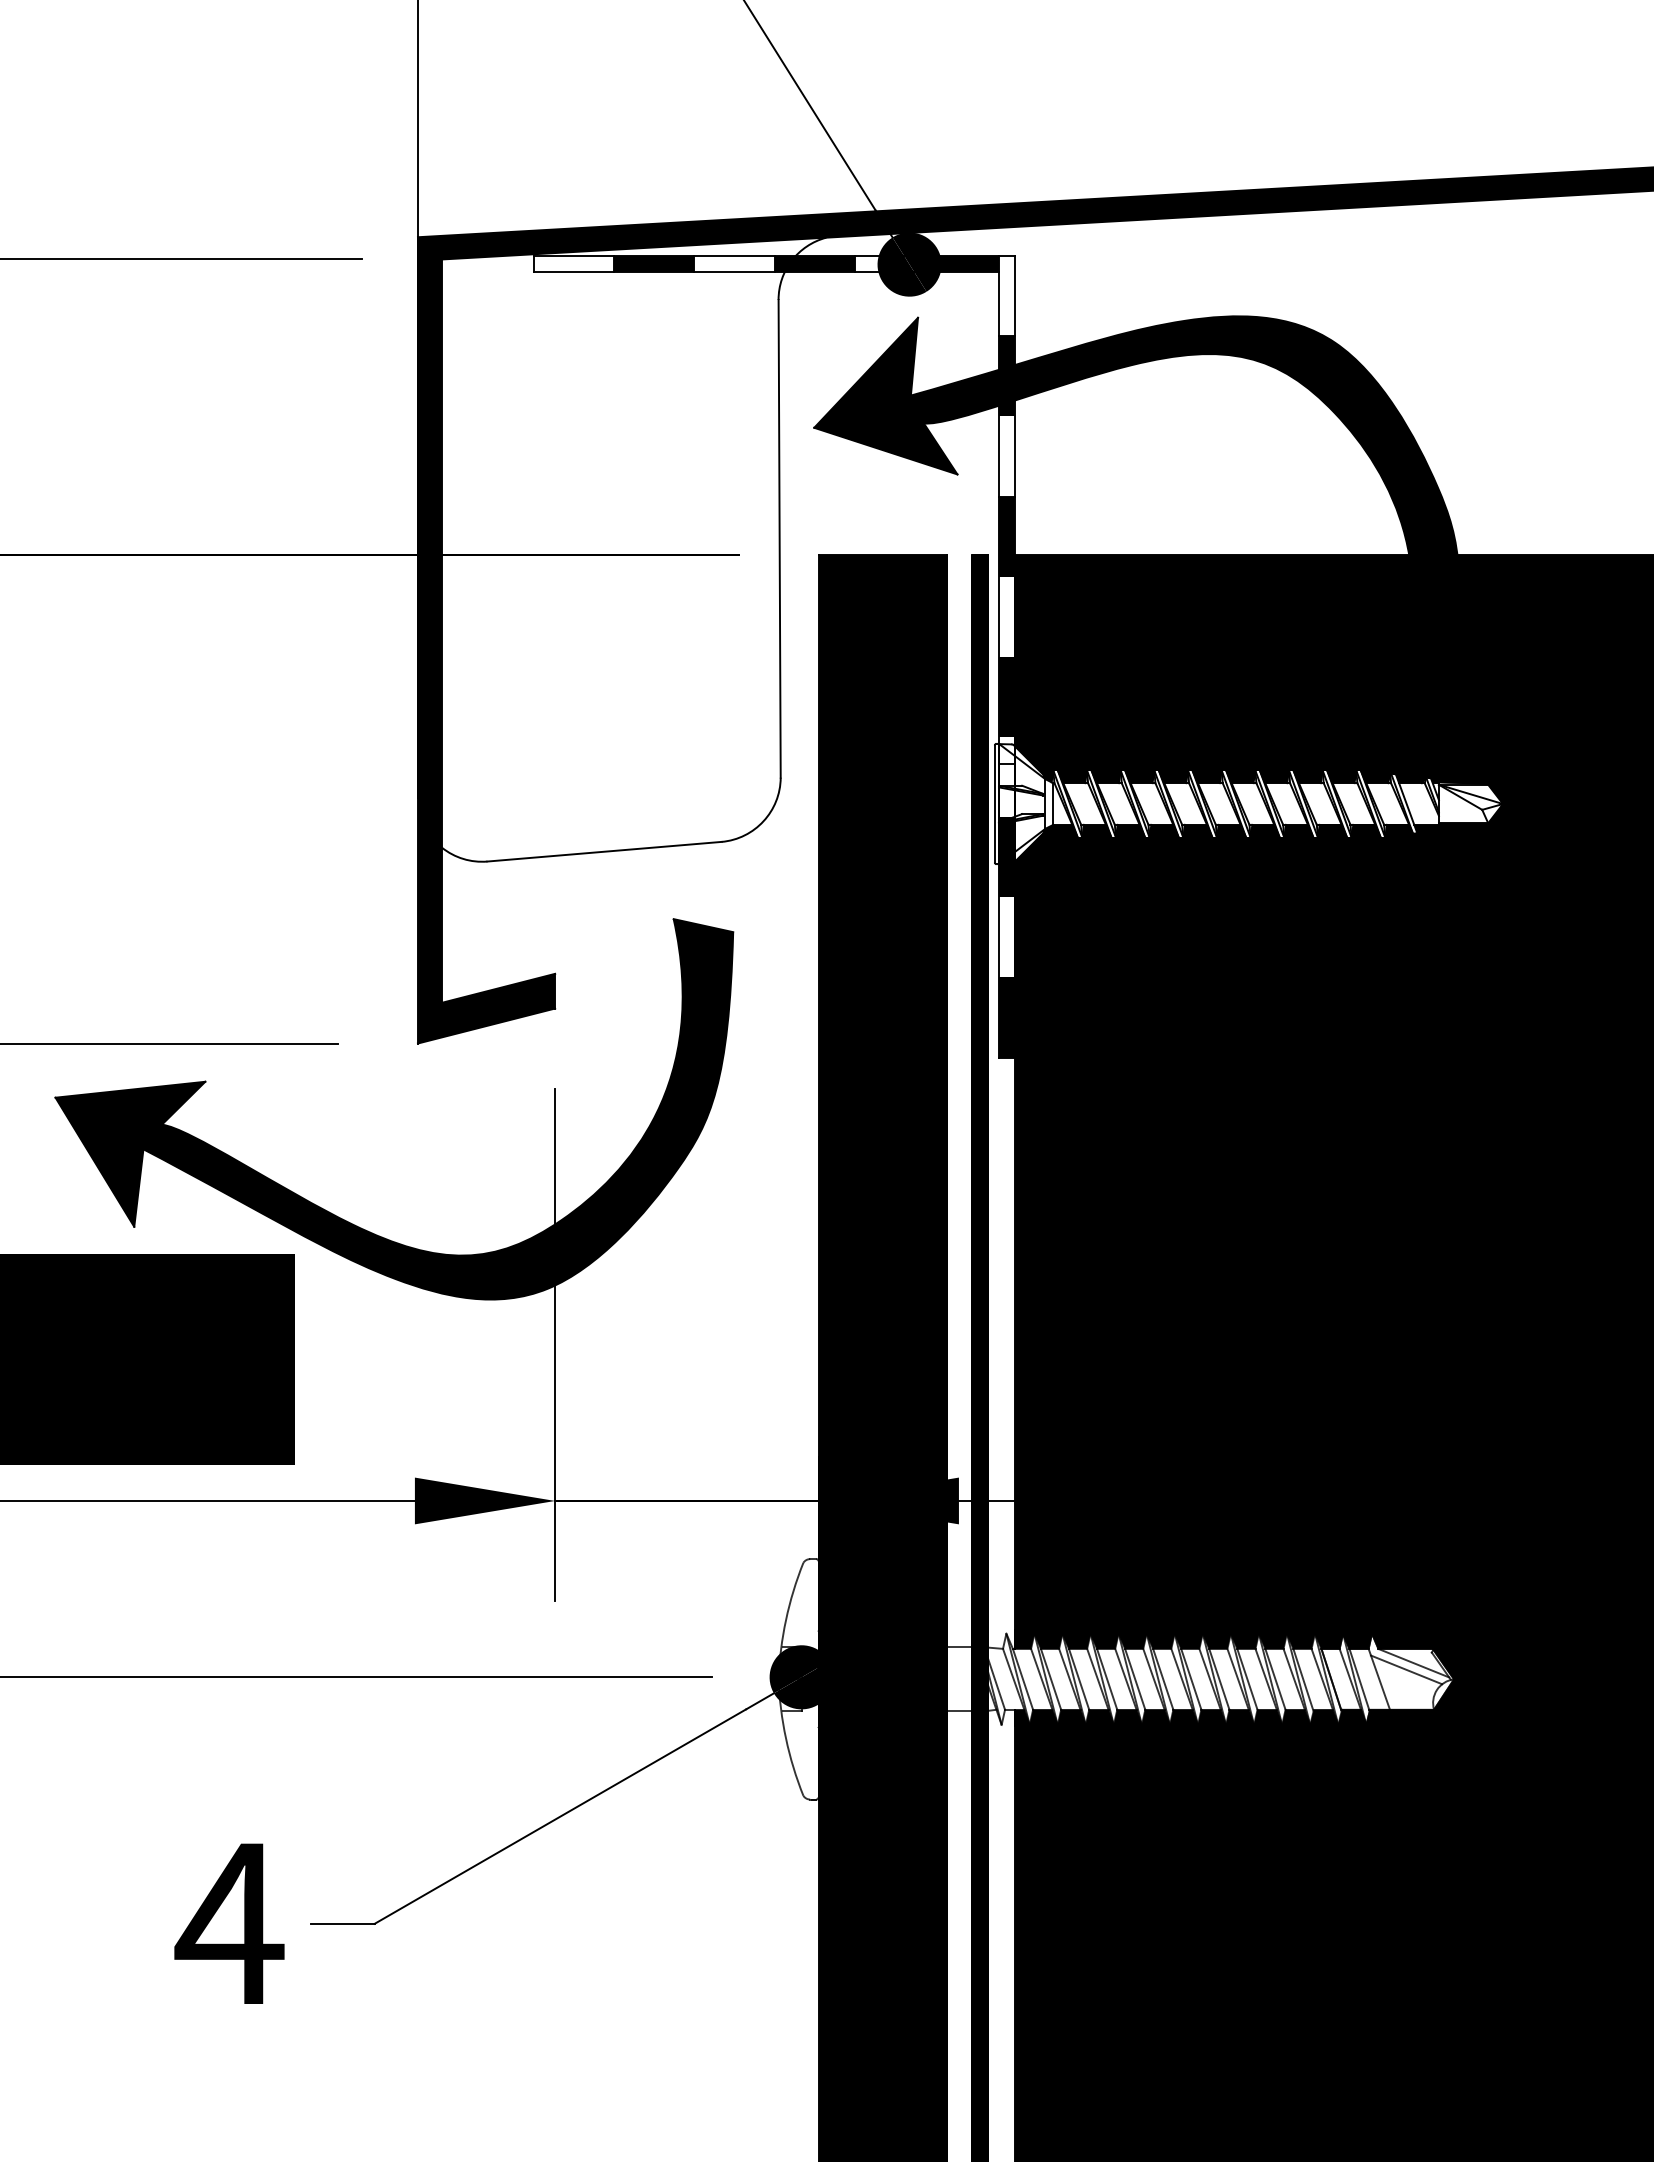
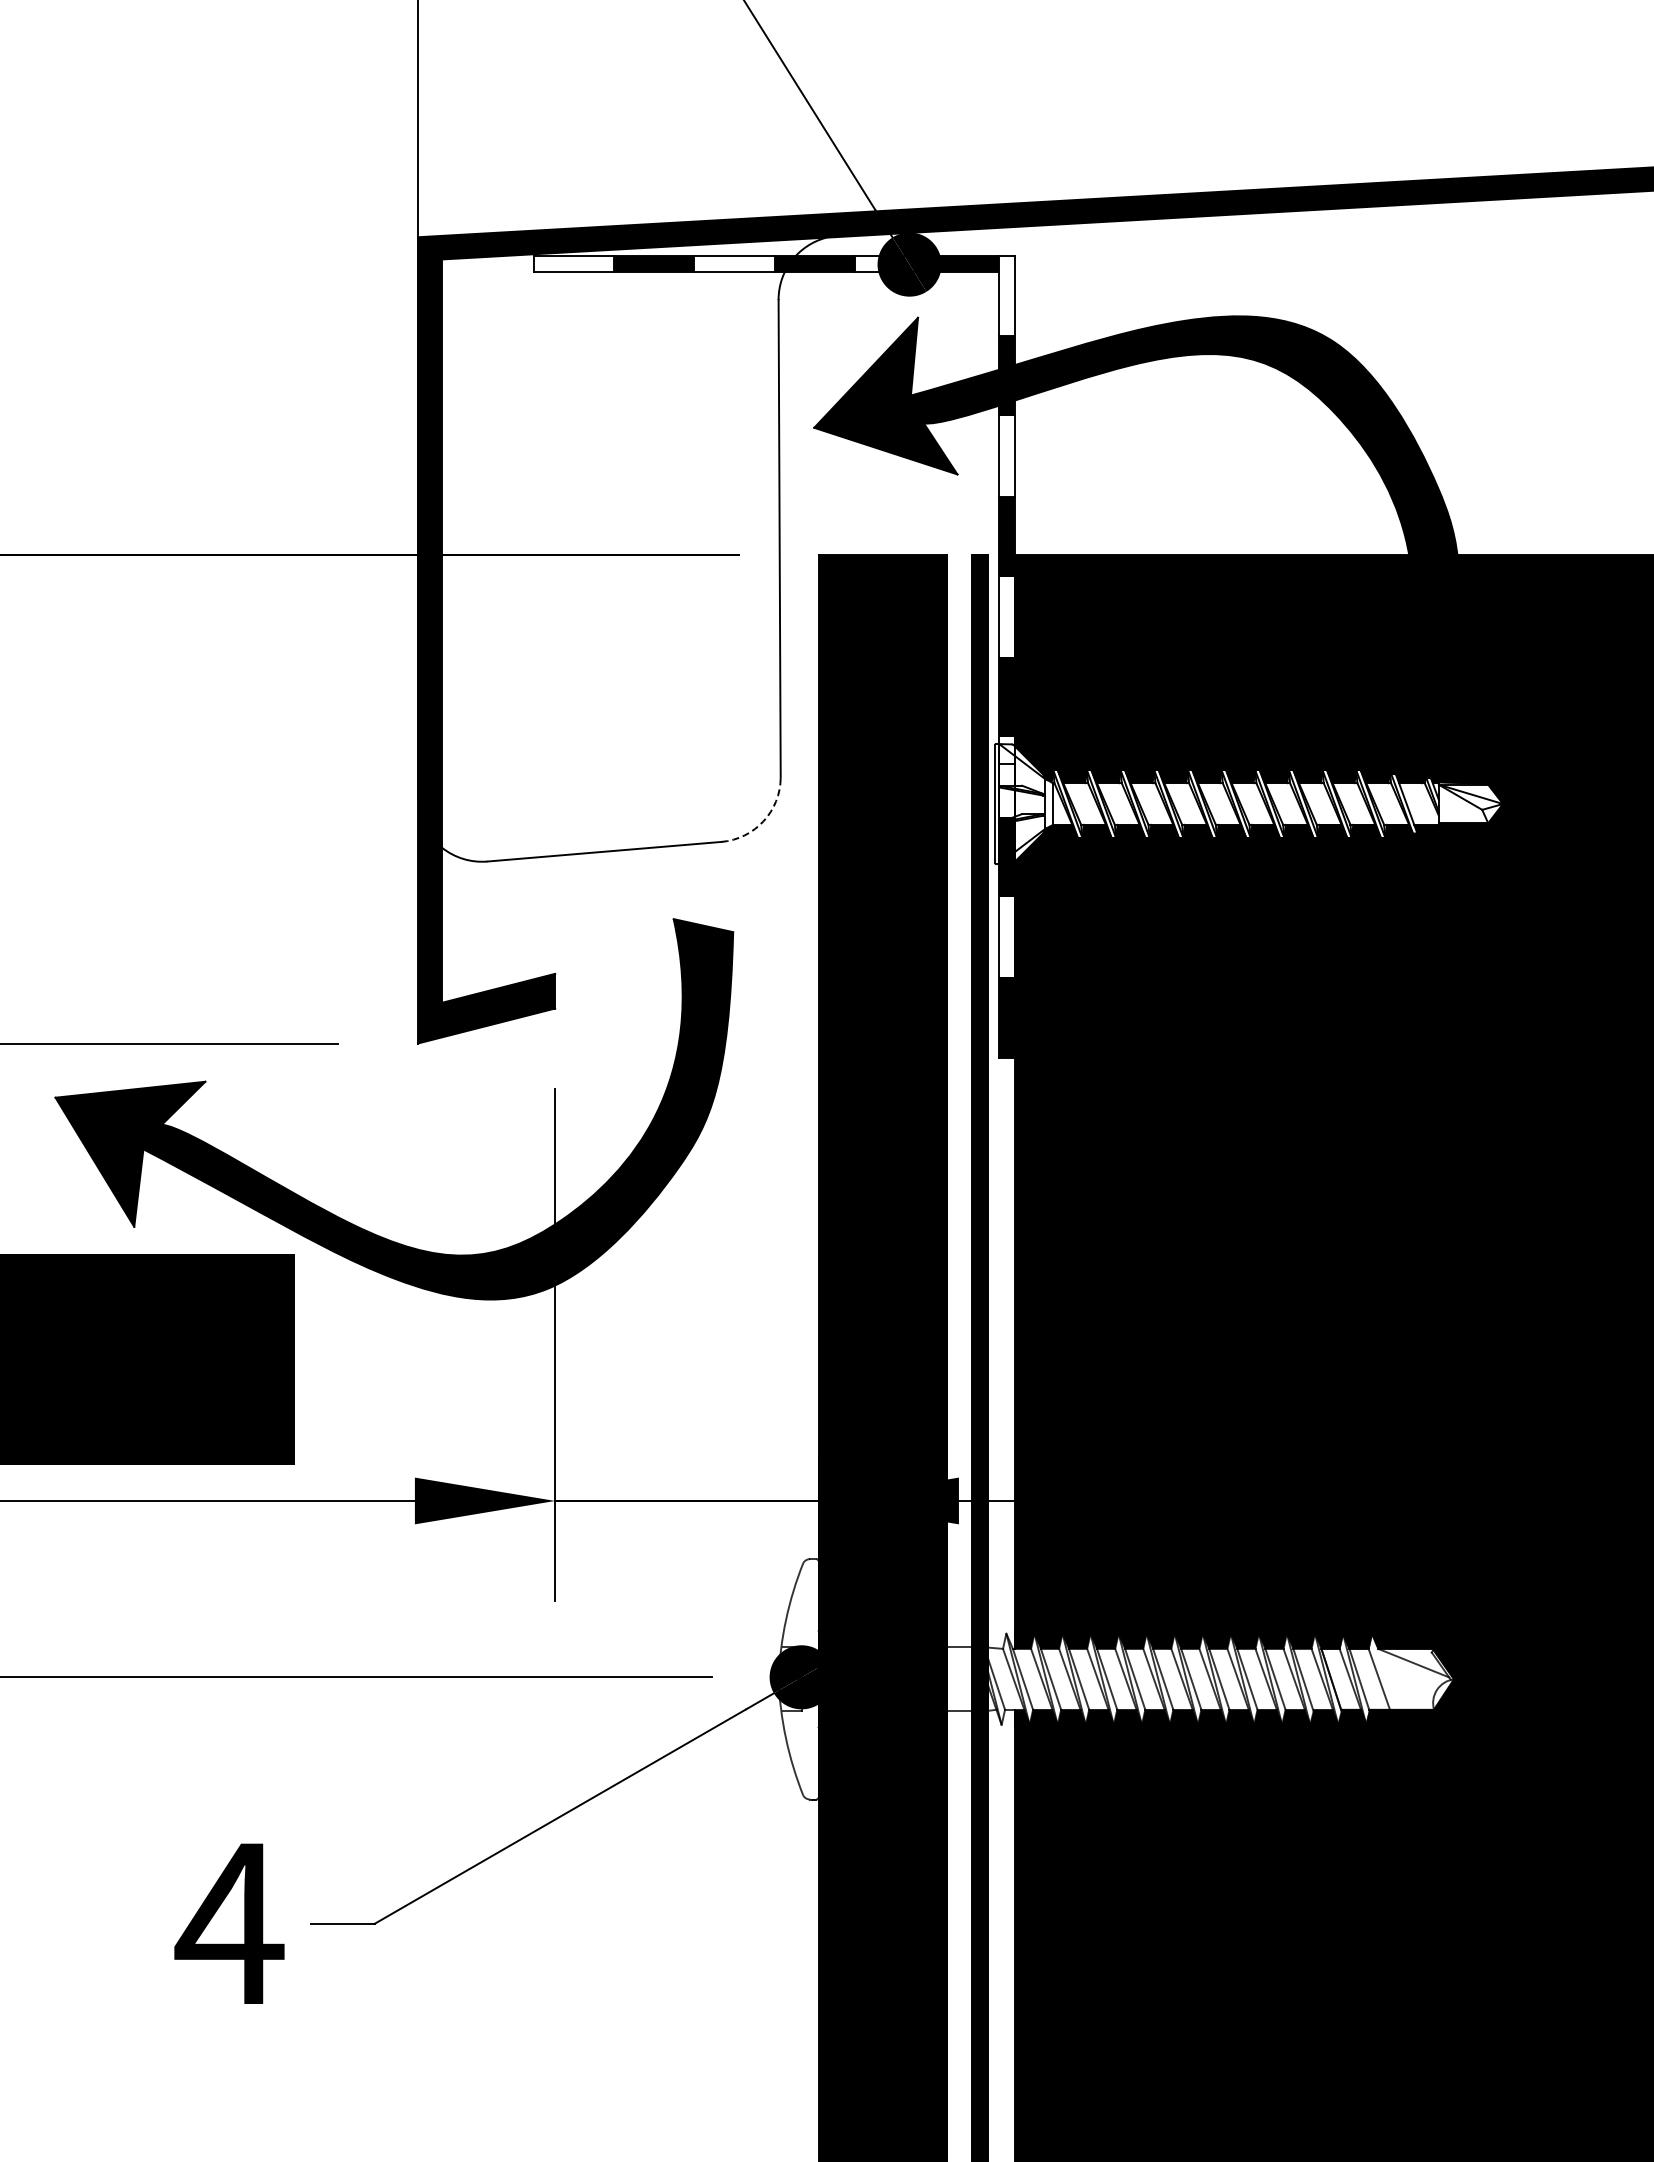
line at (181, 259): present -> none
arc at (763, 821): solid -> dashed
line at (1406, 1669): present -> none
